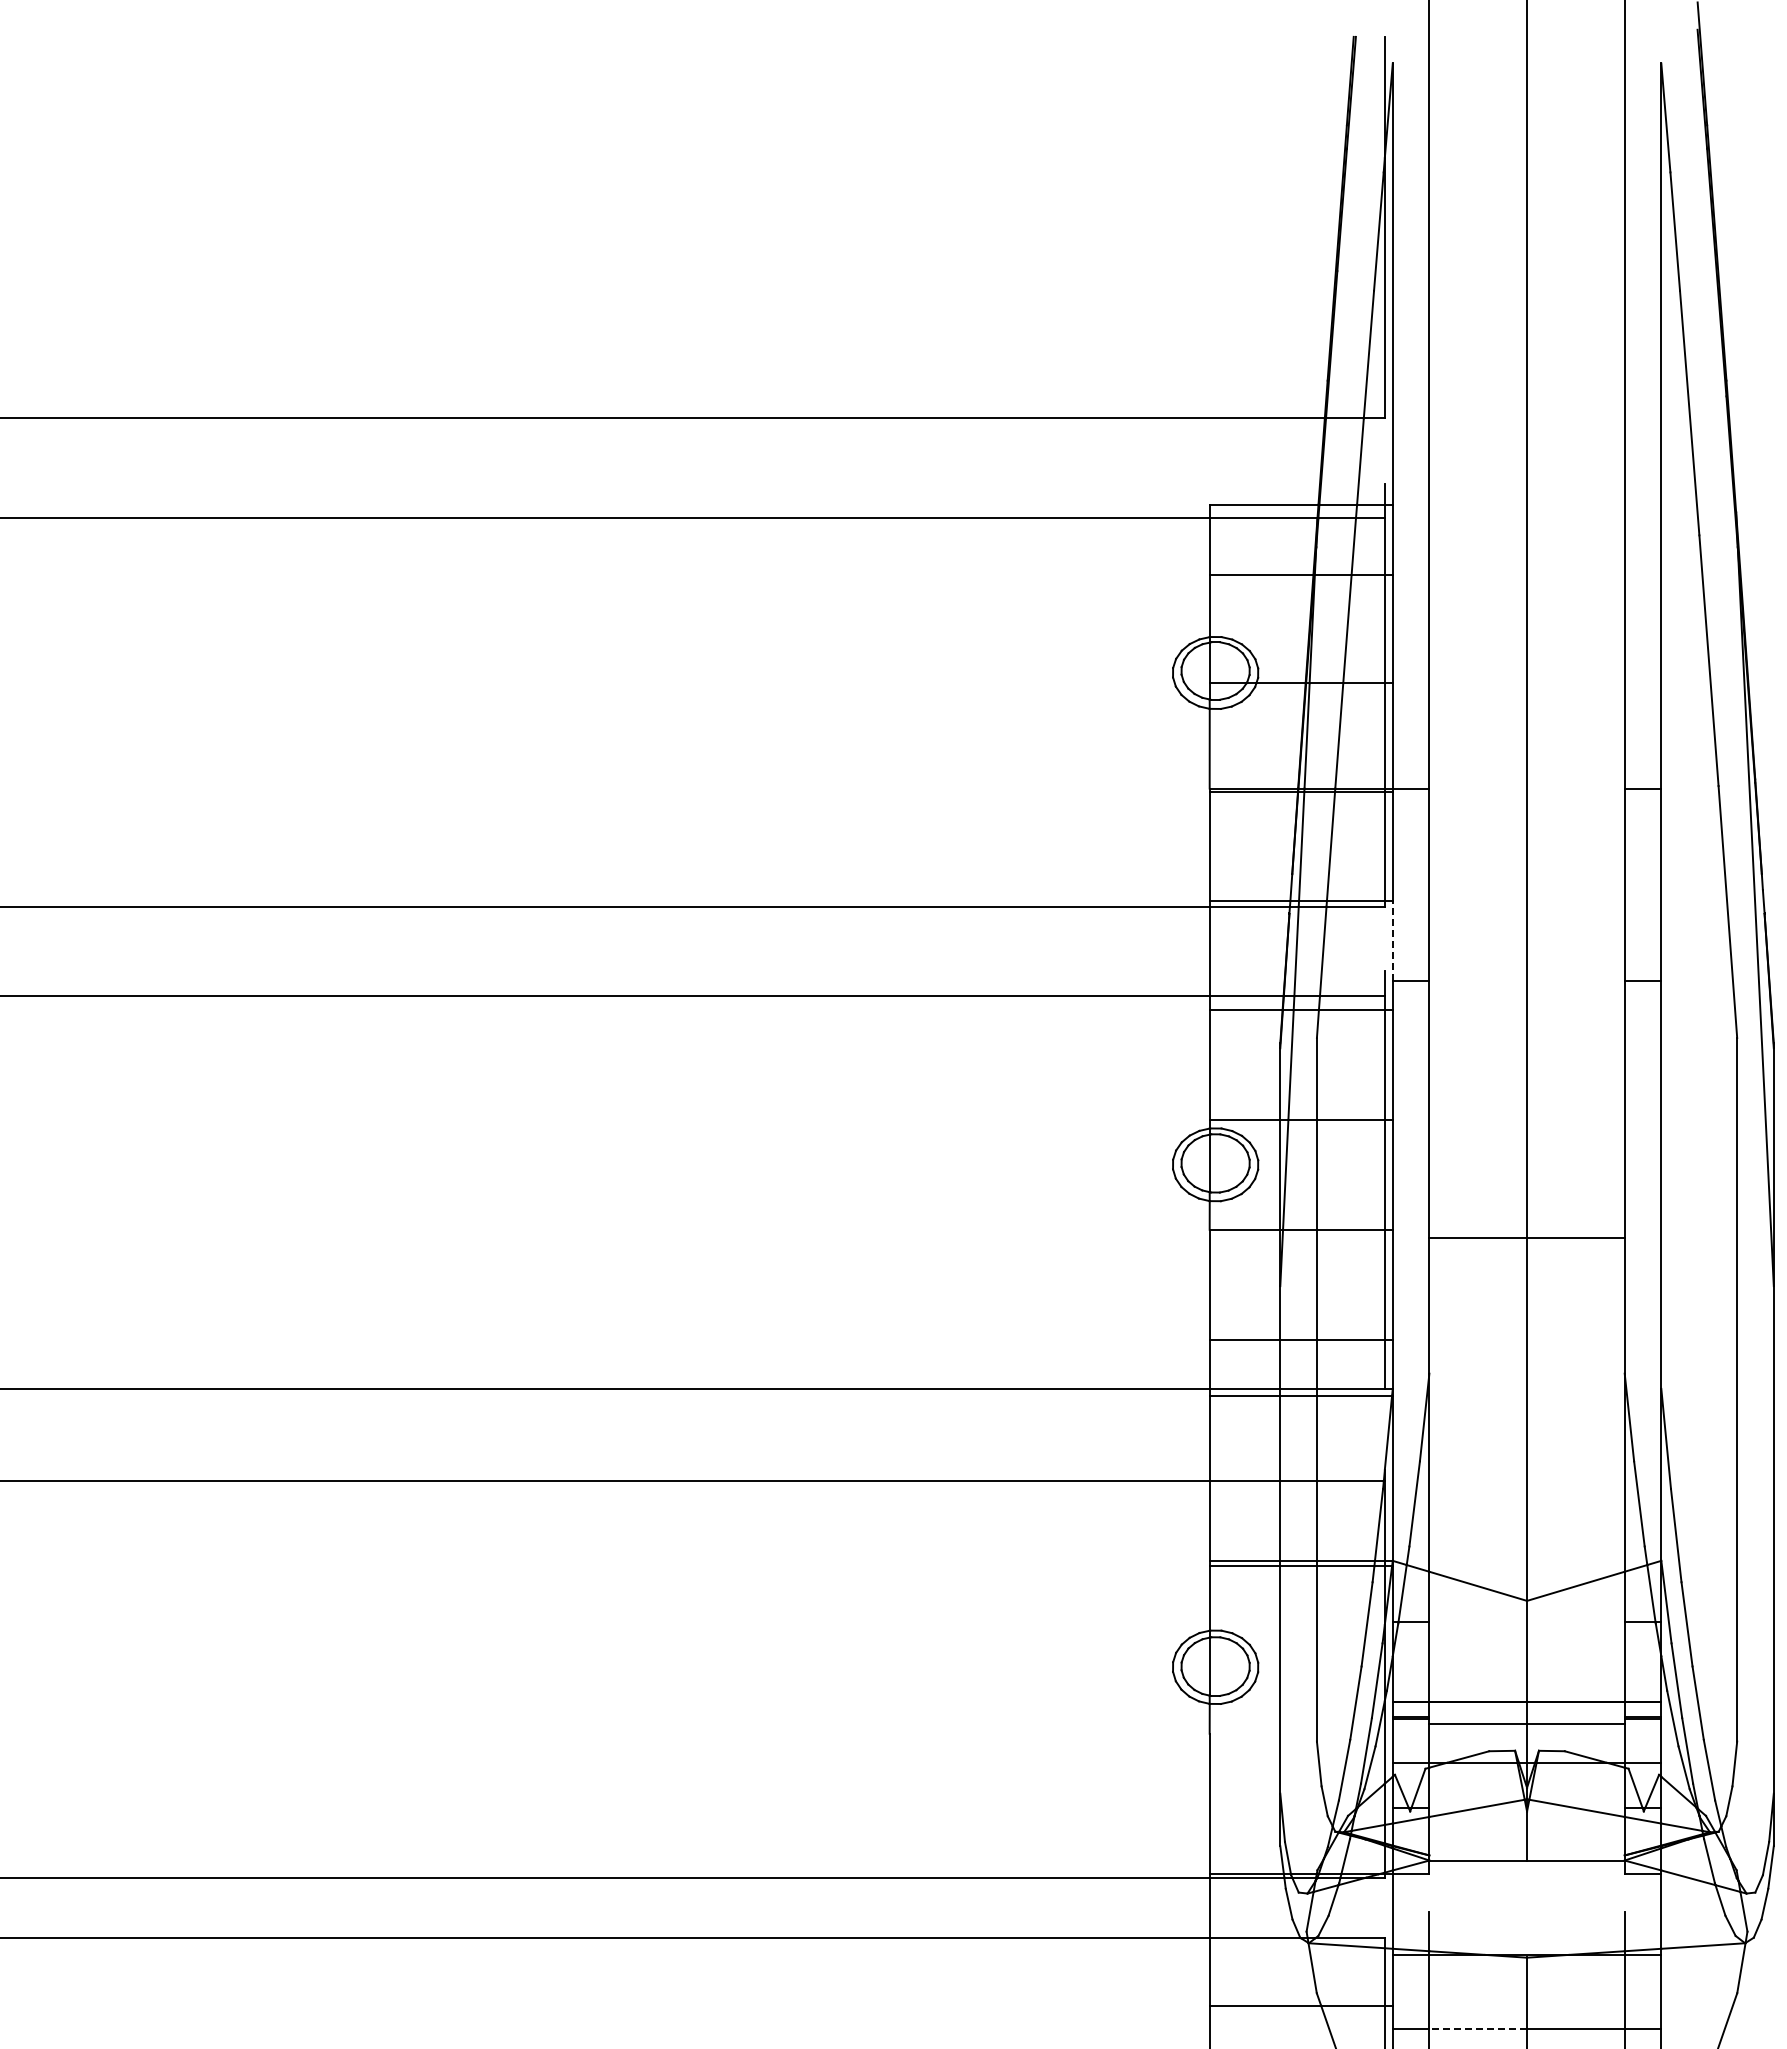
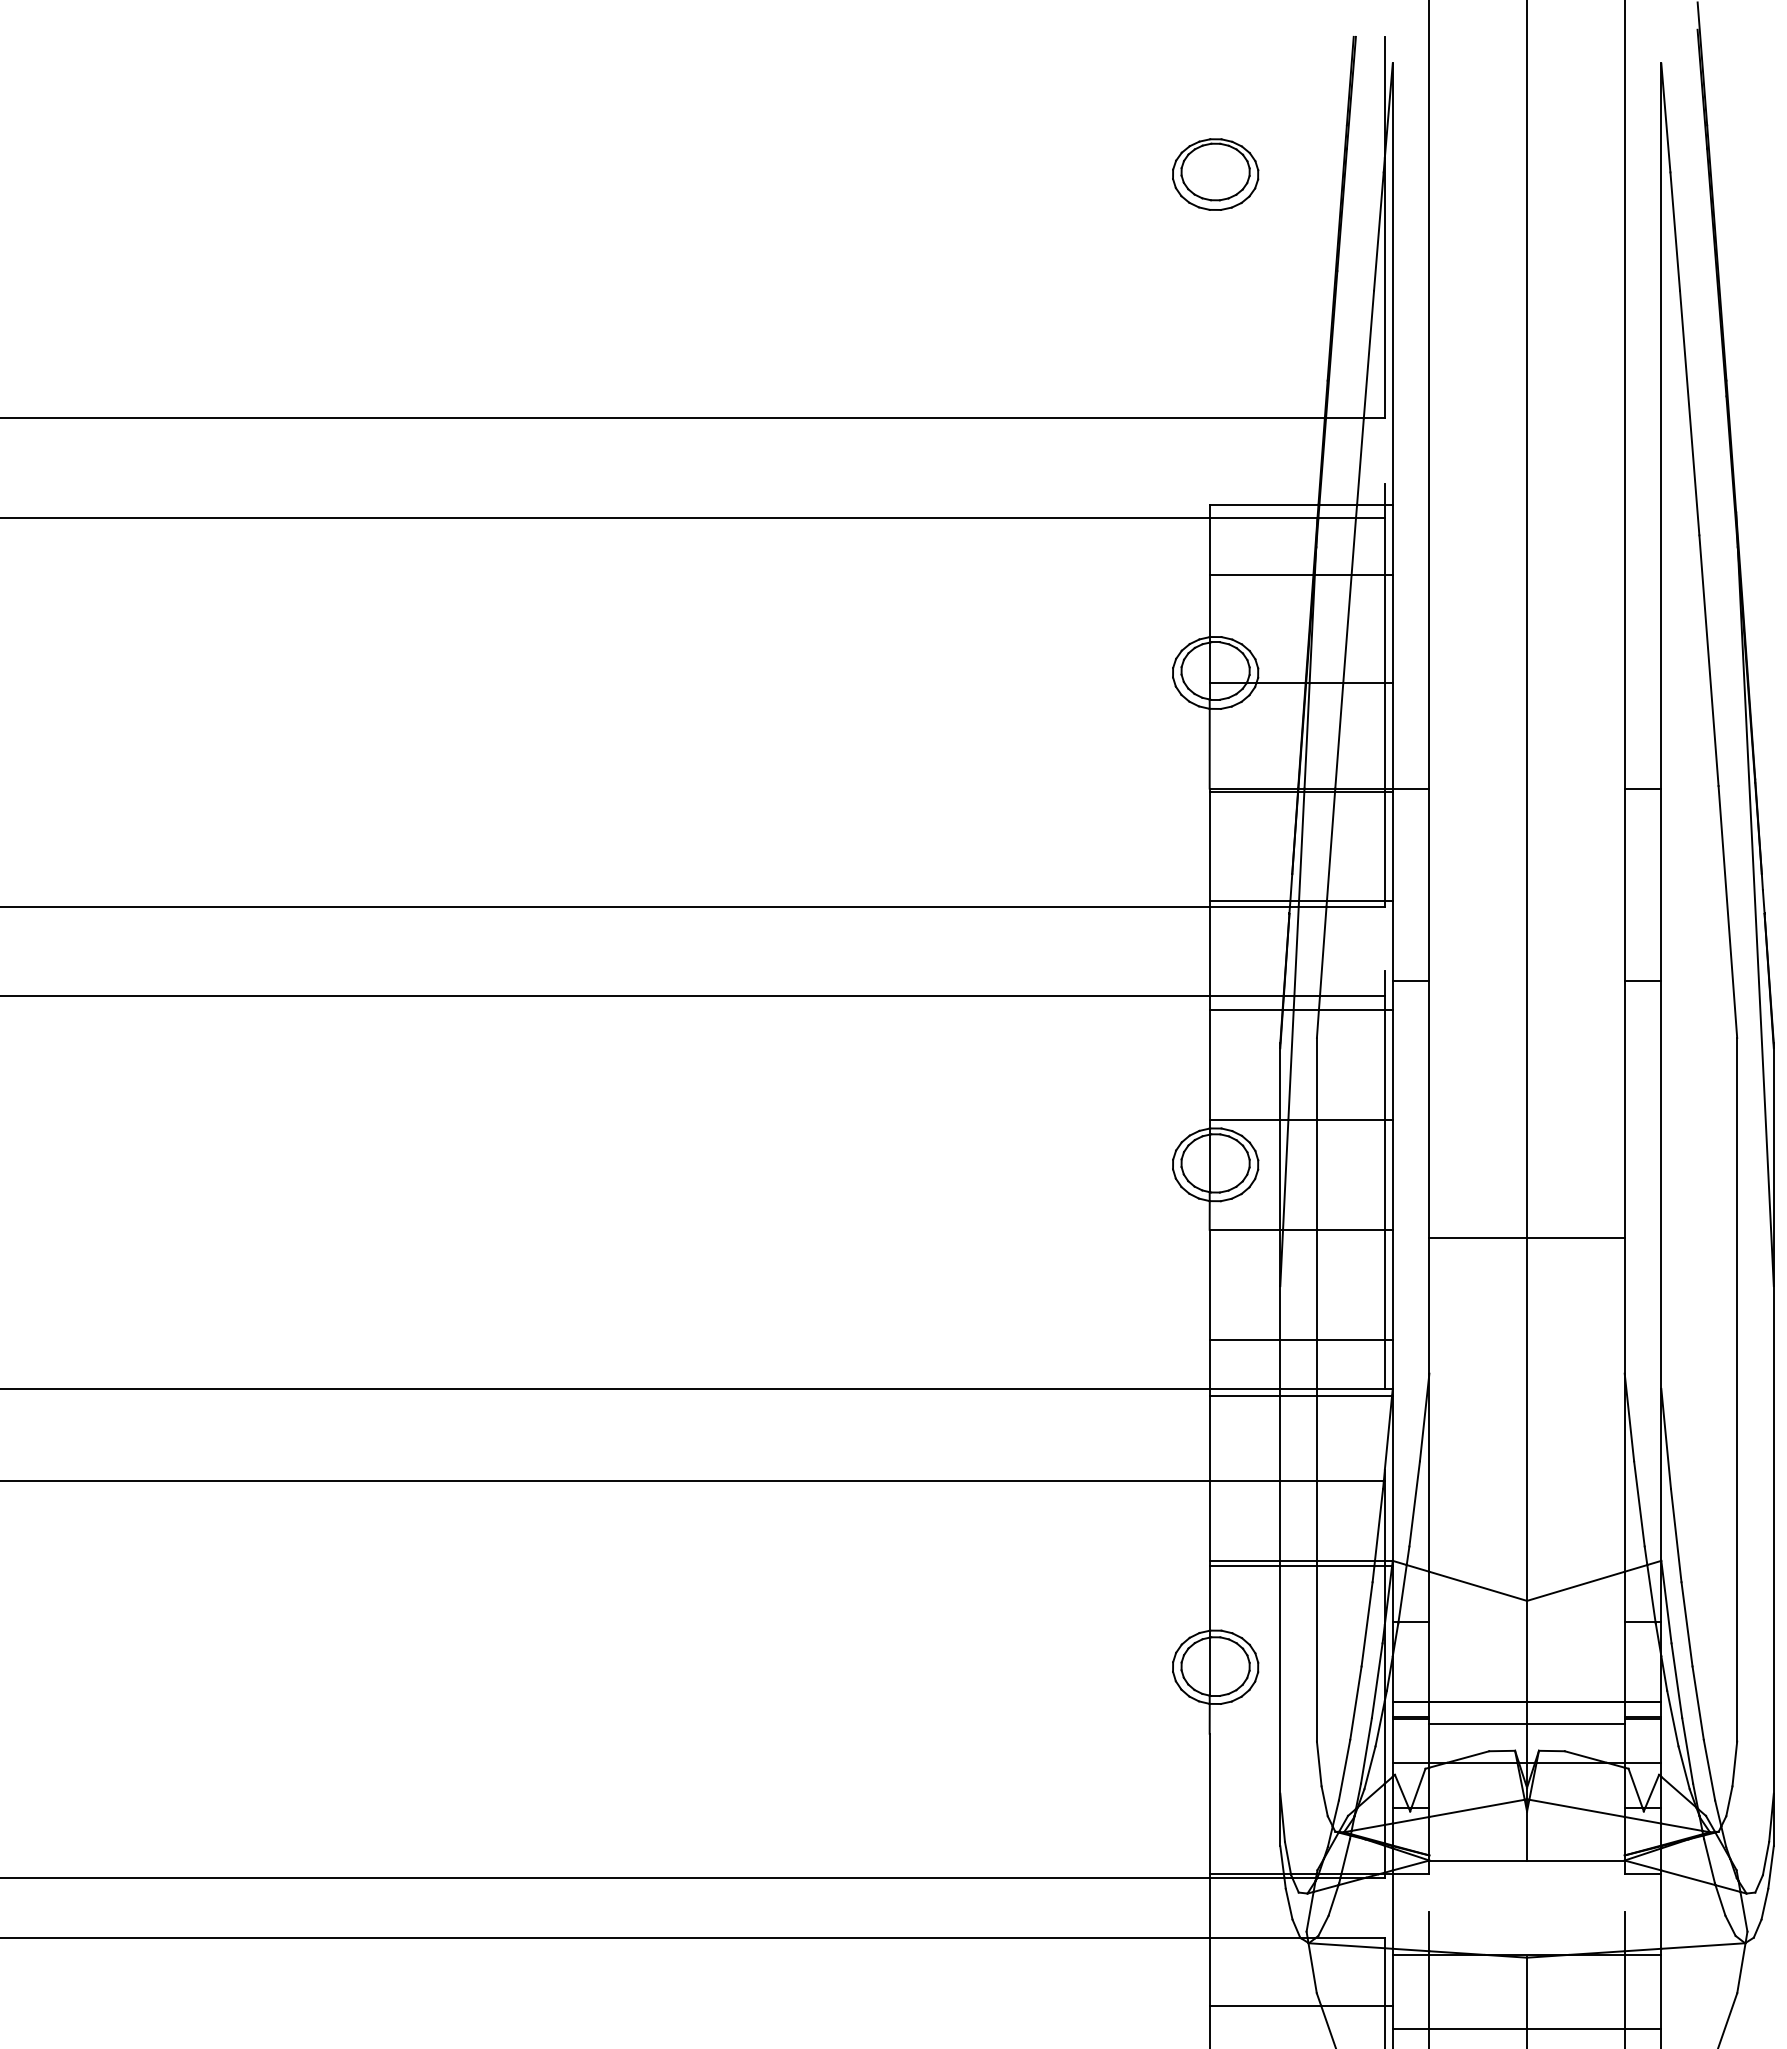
part at (1215, 174): none -> present
line at (1392, 940): dashed -> solid
line at (1478, 2029): dashed -> solid
